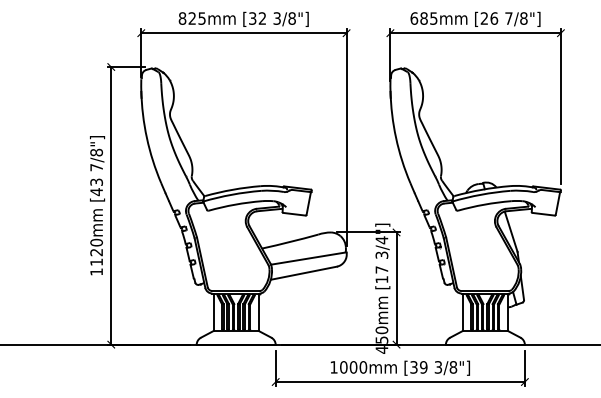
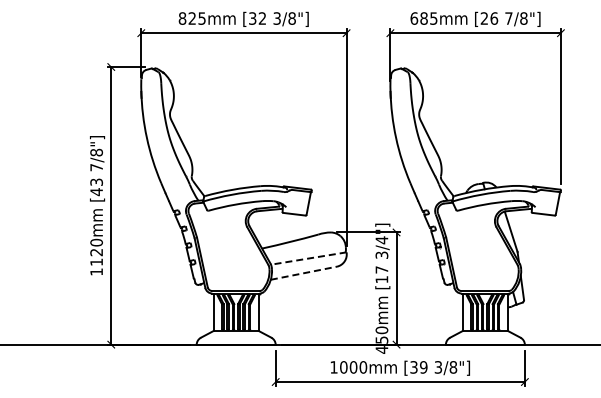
line at (308, 258): solid -> dashed
line at (303, 273): solid -> dashed
